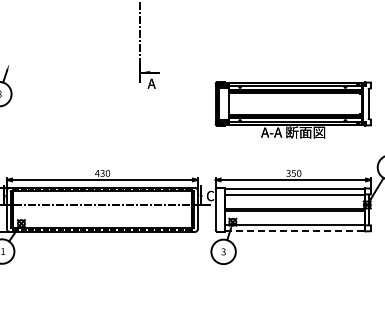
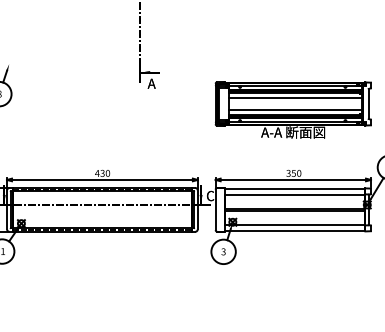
line at (295, 97): none -> present
line at (295, 110): none -> present
line at (295, 231): dashed -> solid
